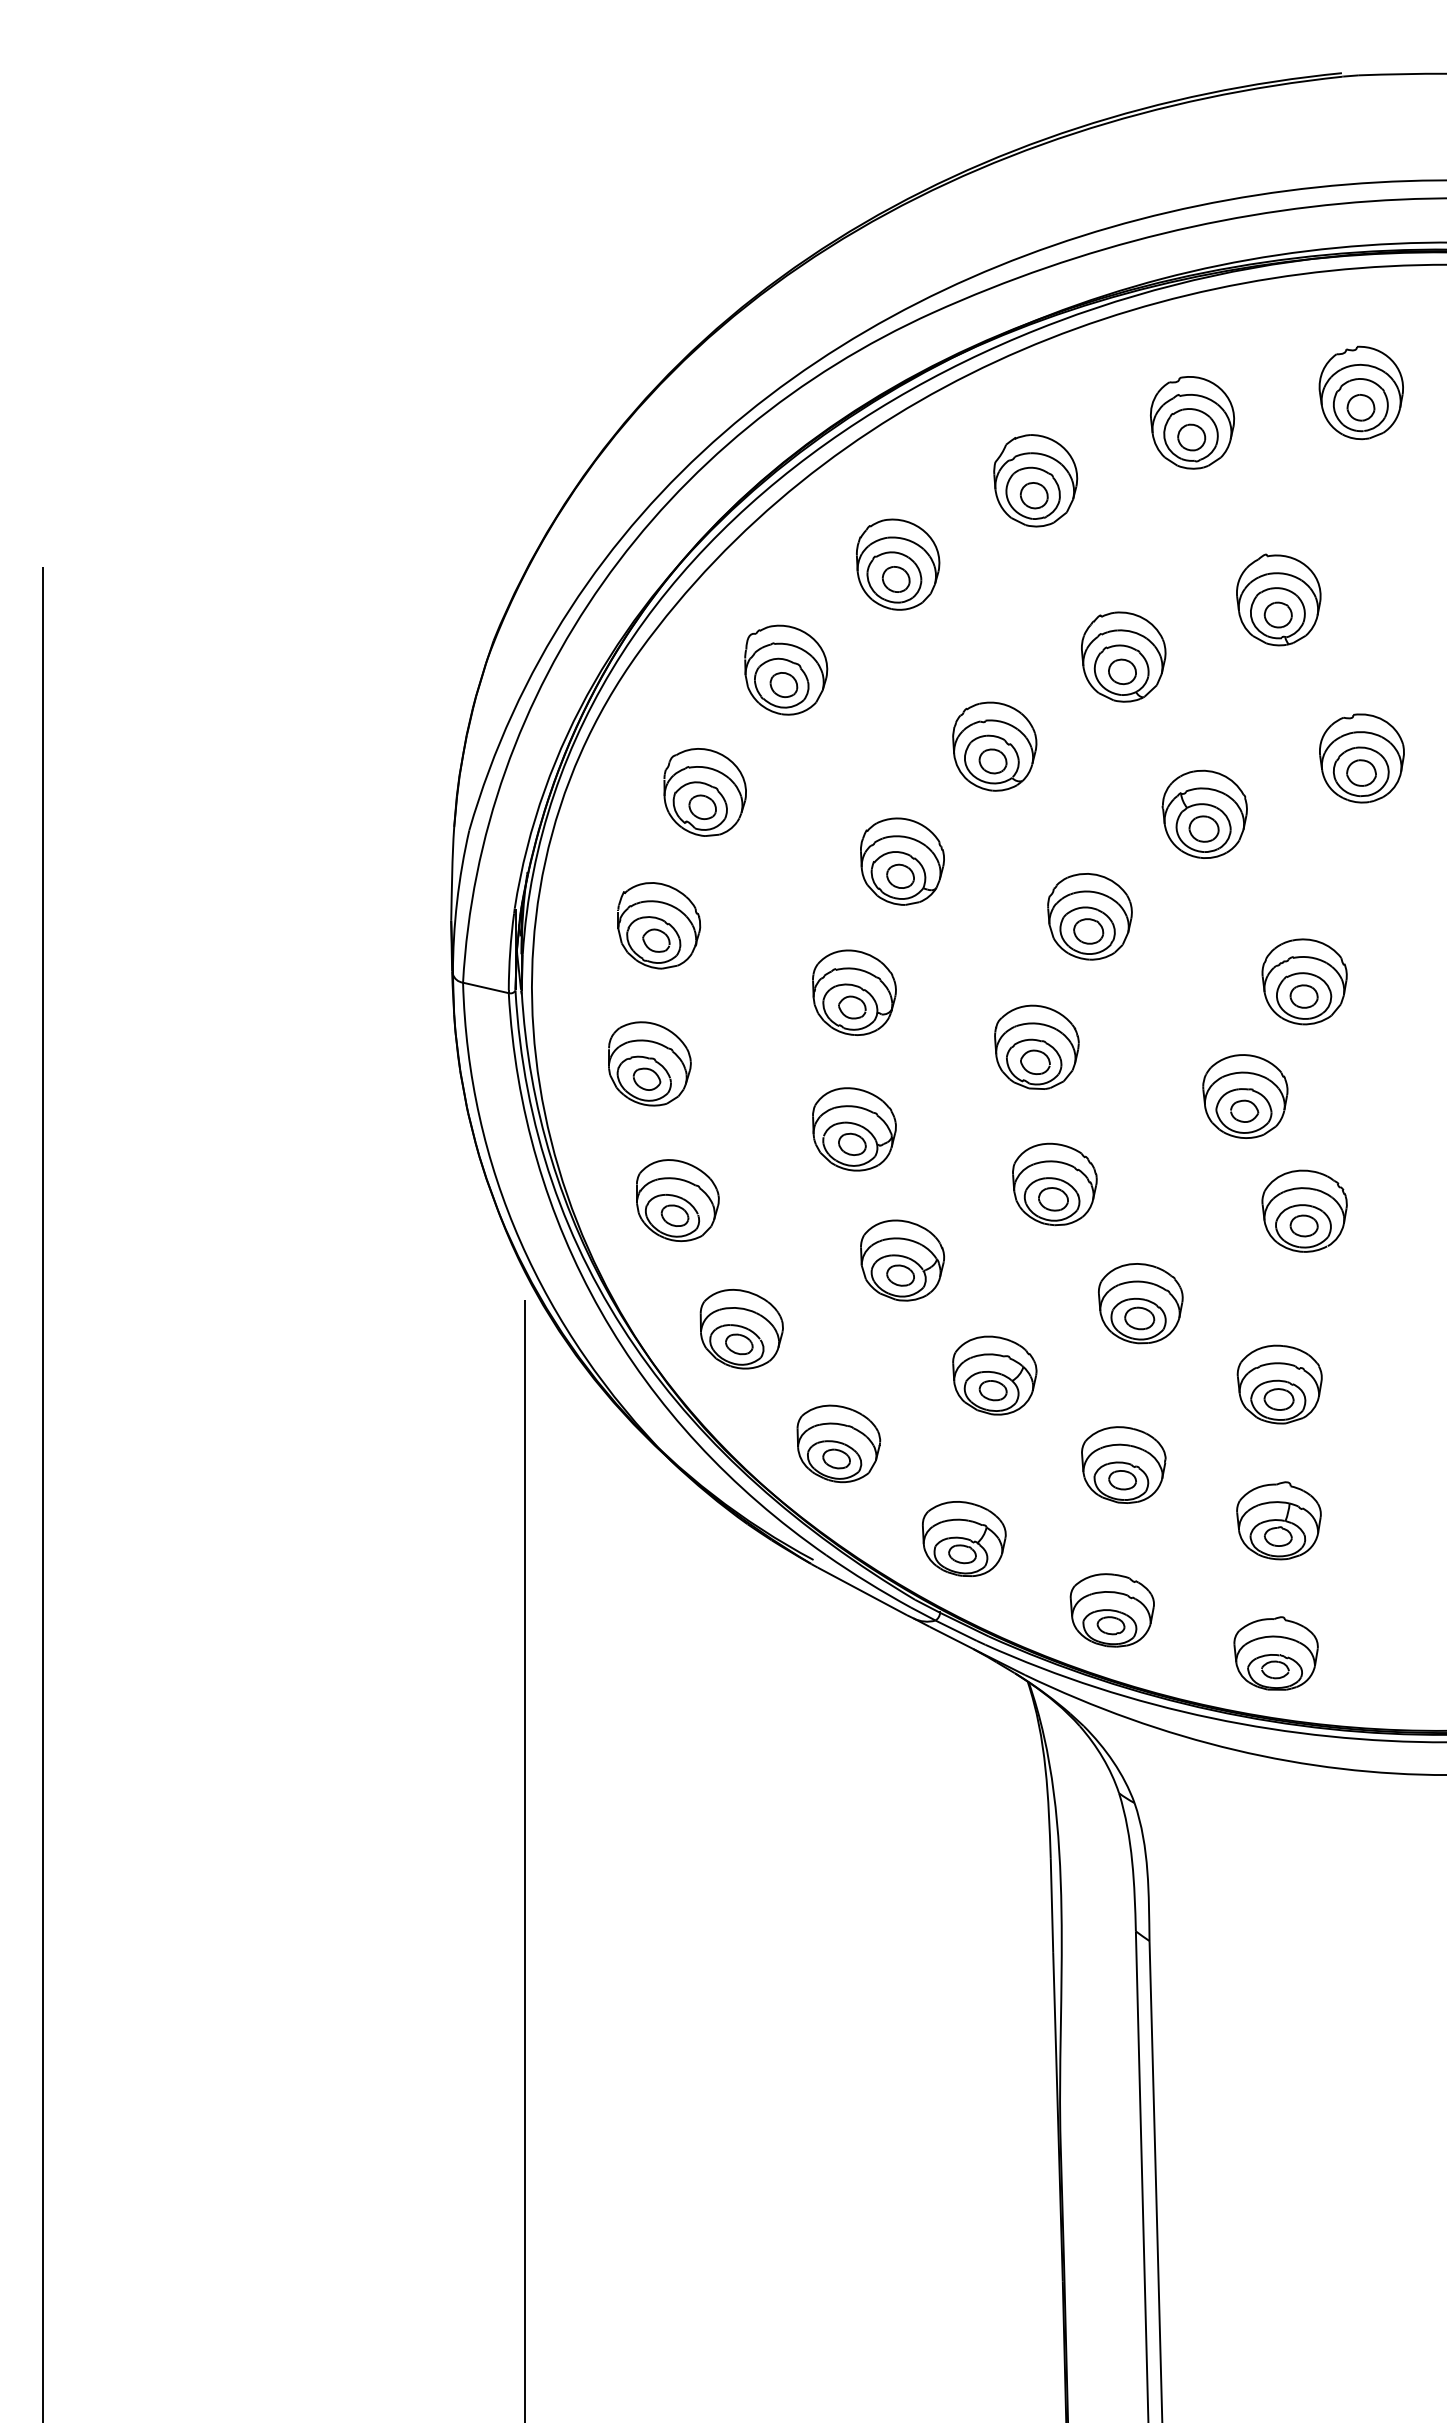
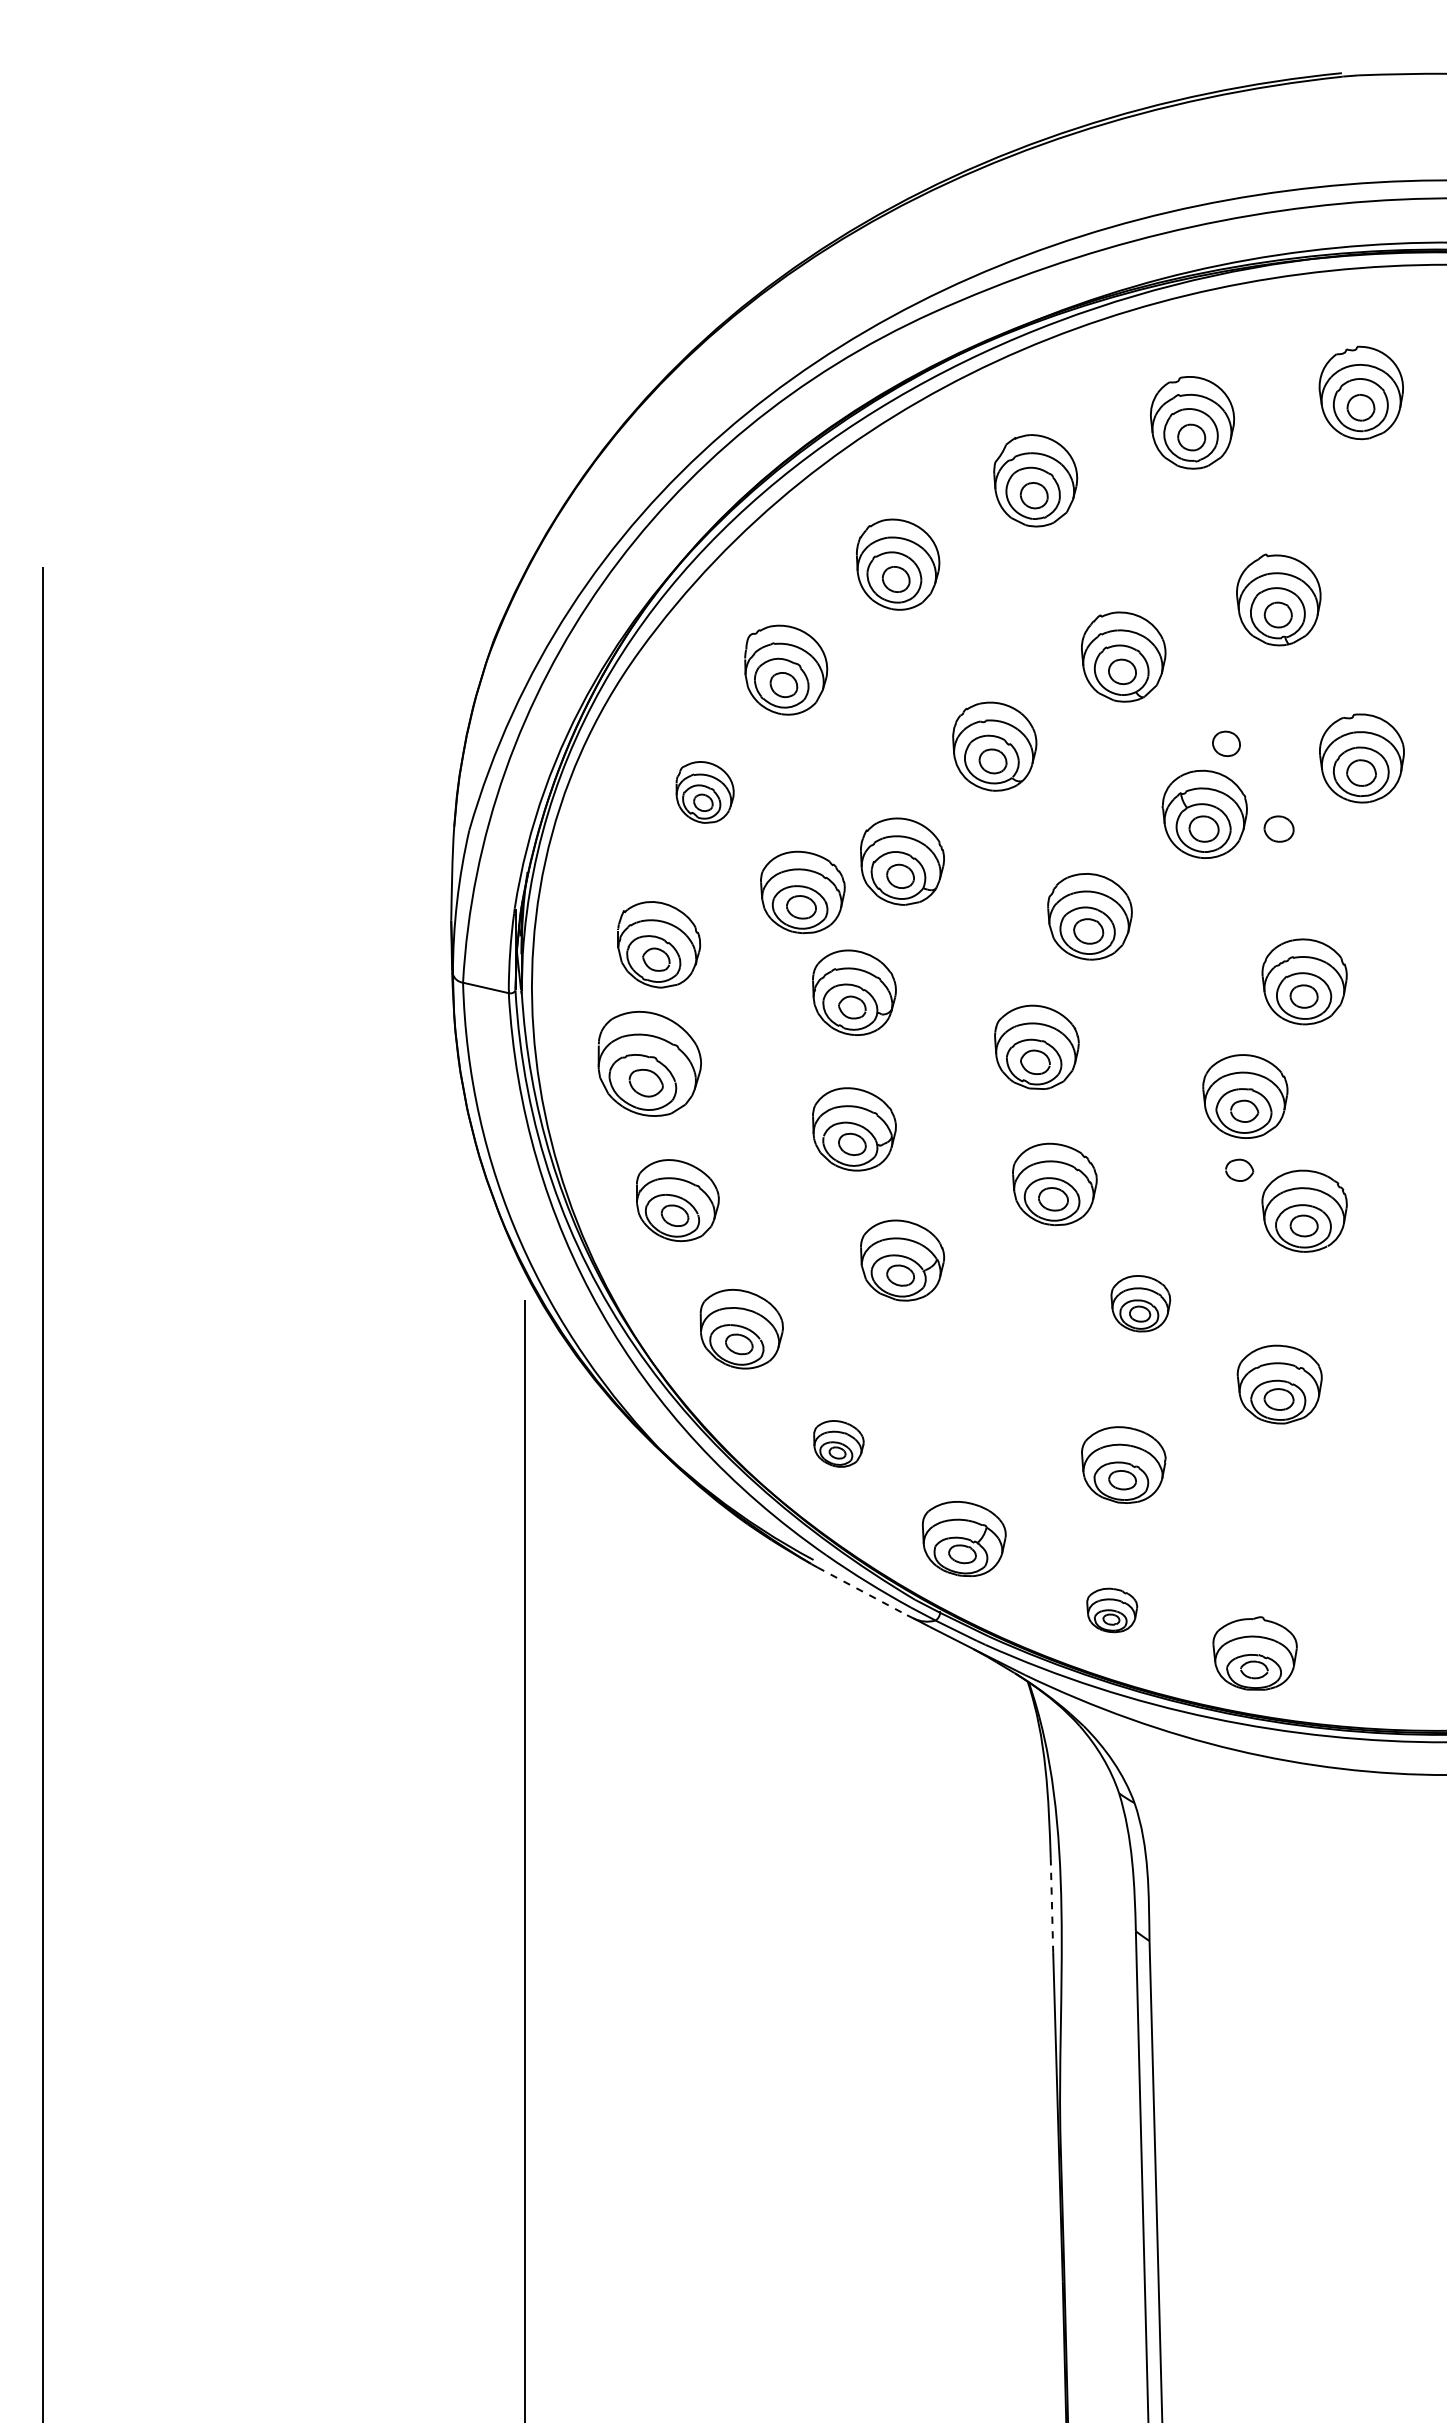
part at (1226, 743): none -> present
part at (704, 792) size: 84x89 px -> 60x63 px
part at (1278, 828): none -> present
part at (802, 892): none -> present
part at (659, 925) position: (659, 925) -> (659, 944)
part at (649, 1063) size: 84x86 px -> 105x107 px
part at (1239, 1169): none -> present
part at (1140, 1303) size: 86x82 px -> 62x58 px
part at (994, 1375): present -> none
part at (838, 1443) size: 86x80 px -> 52x48 px
part at (1278, 1520): present -> none
line at (862, 1591): solid -> dashed
part at (1111, 1610) size: 86x75 px -> 53x47 px
part at (1275, 1653) position: (1275, 1653) -> (1254, 1653)
line at (1051, 1906): solid -> dashed
